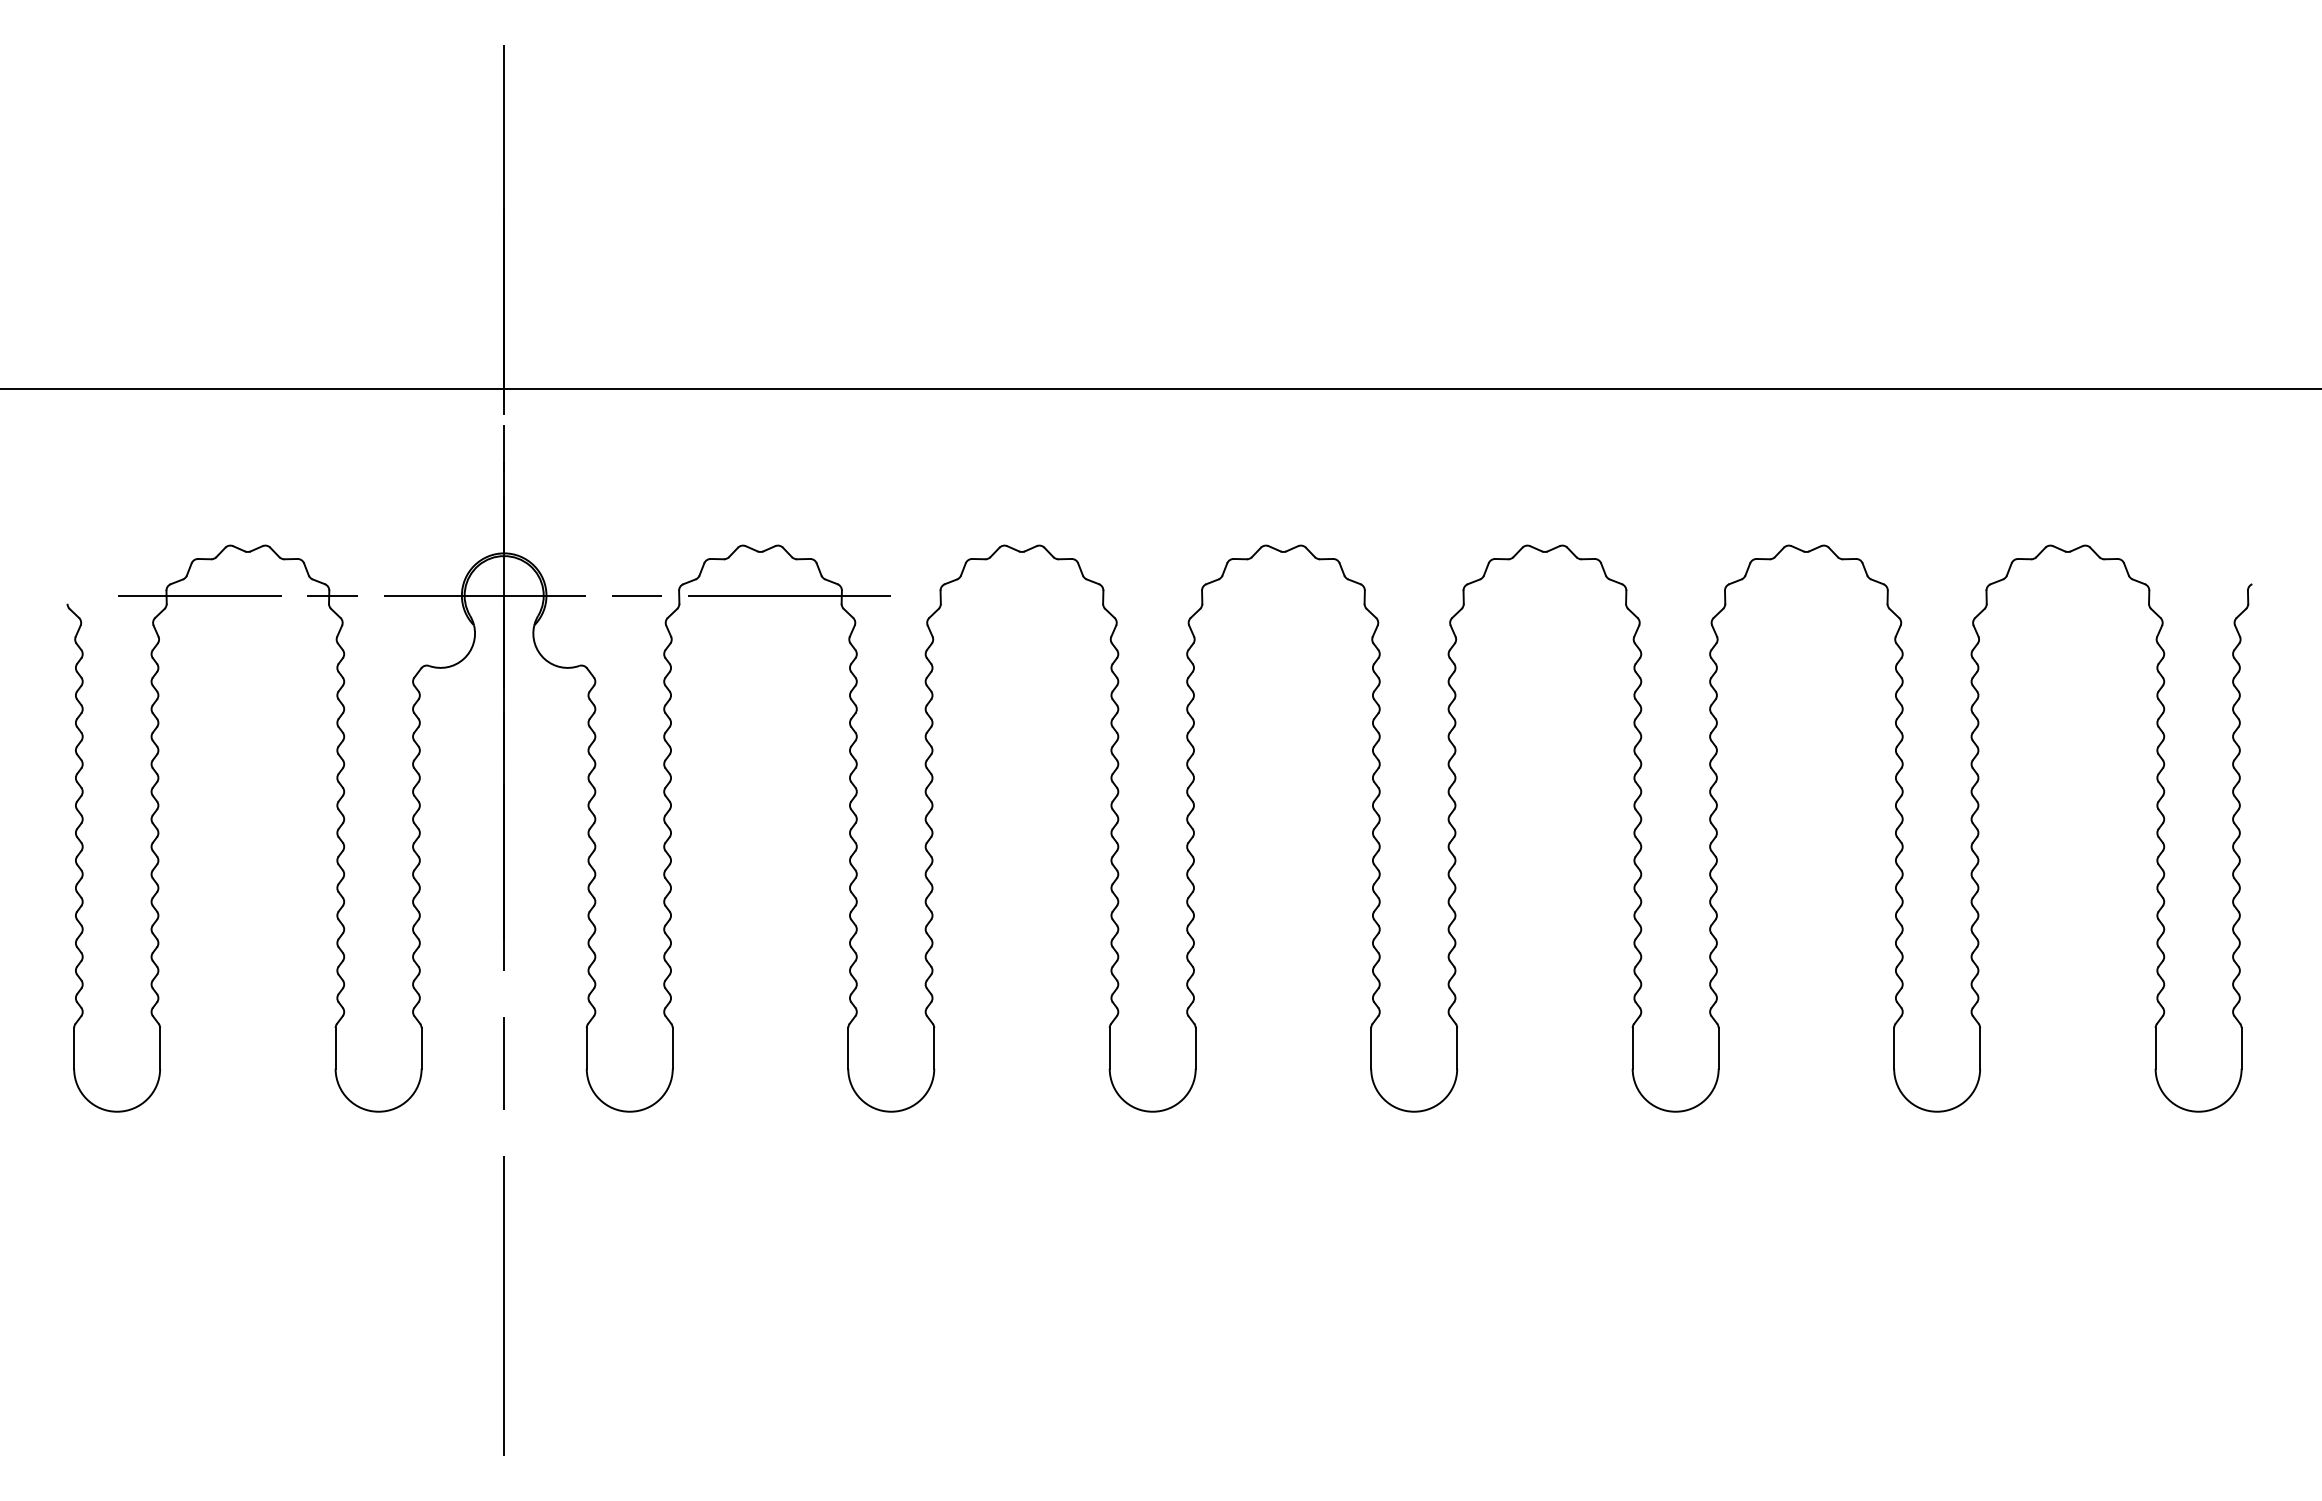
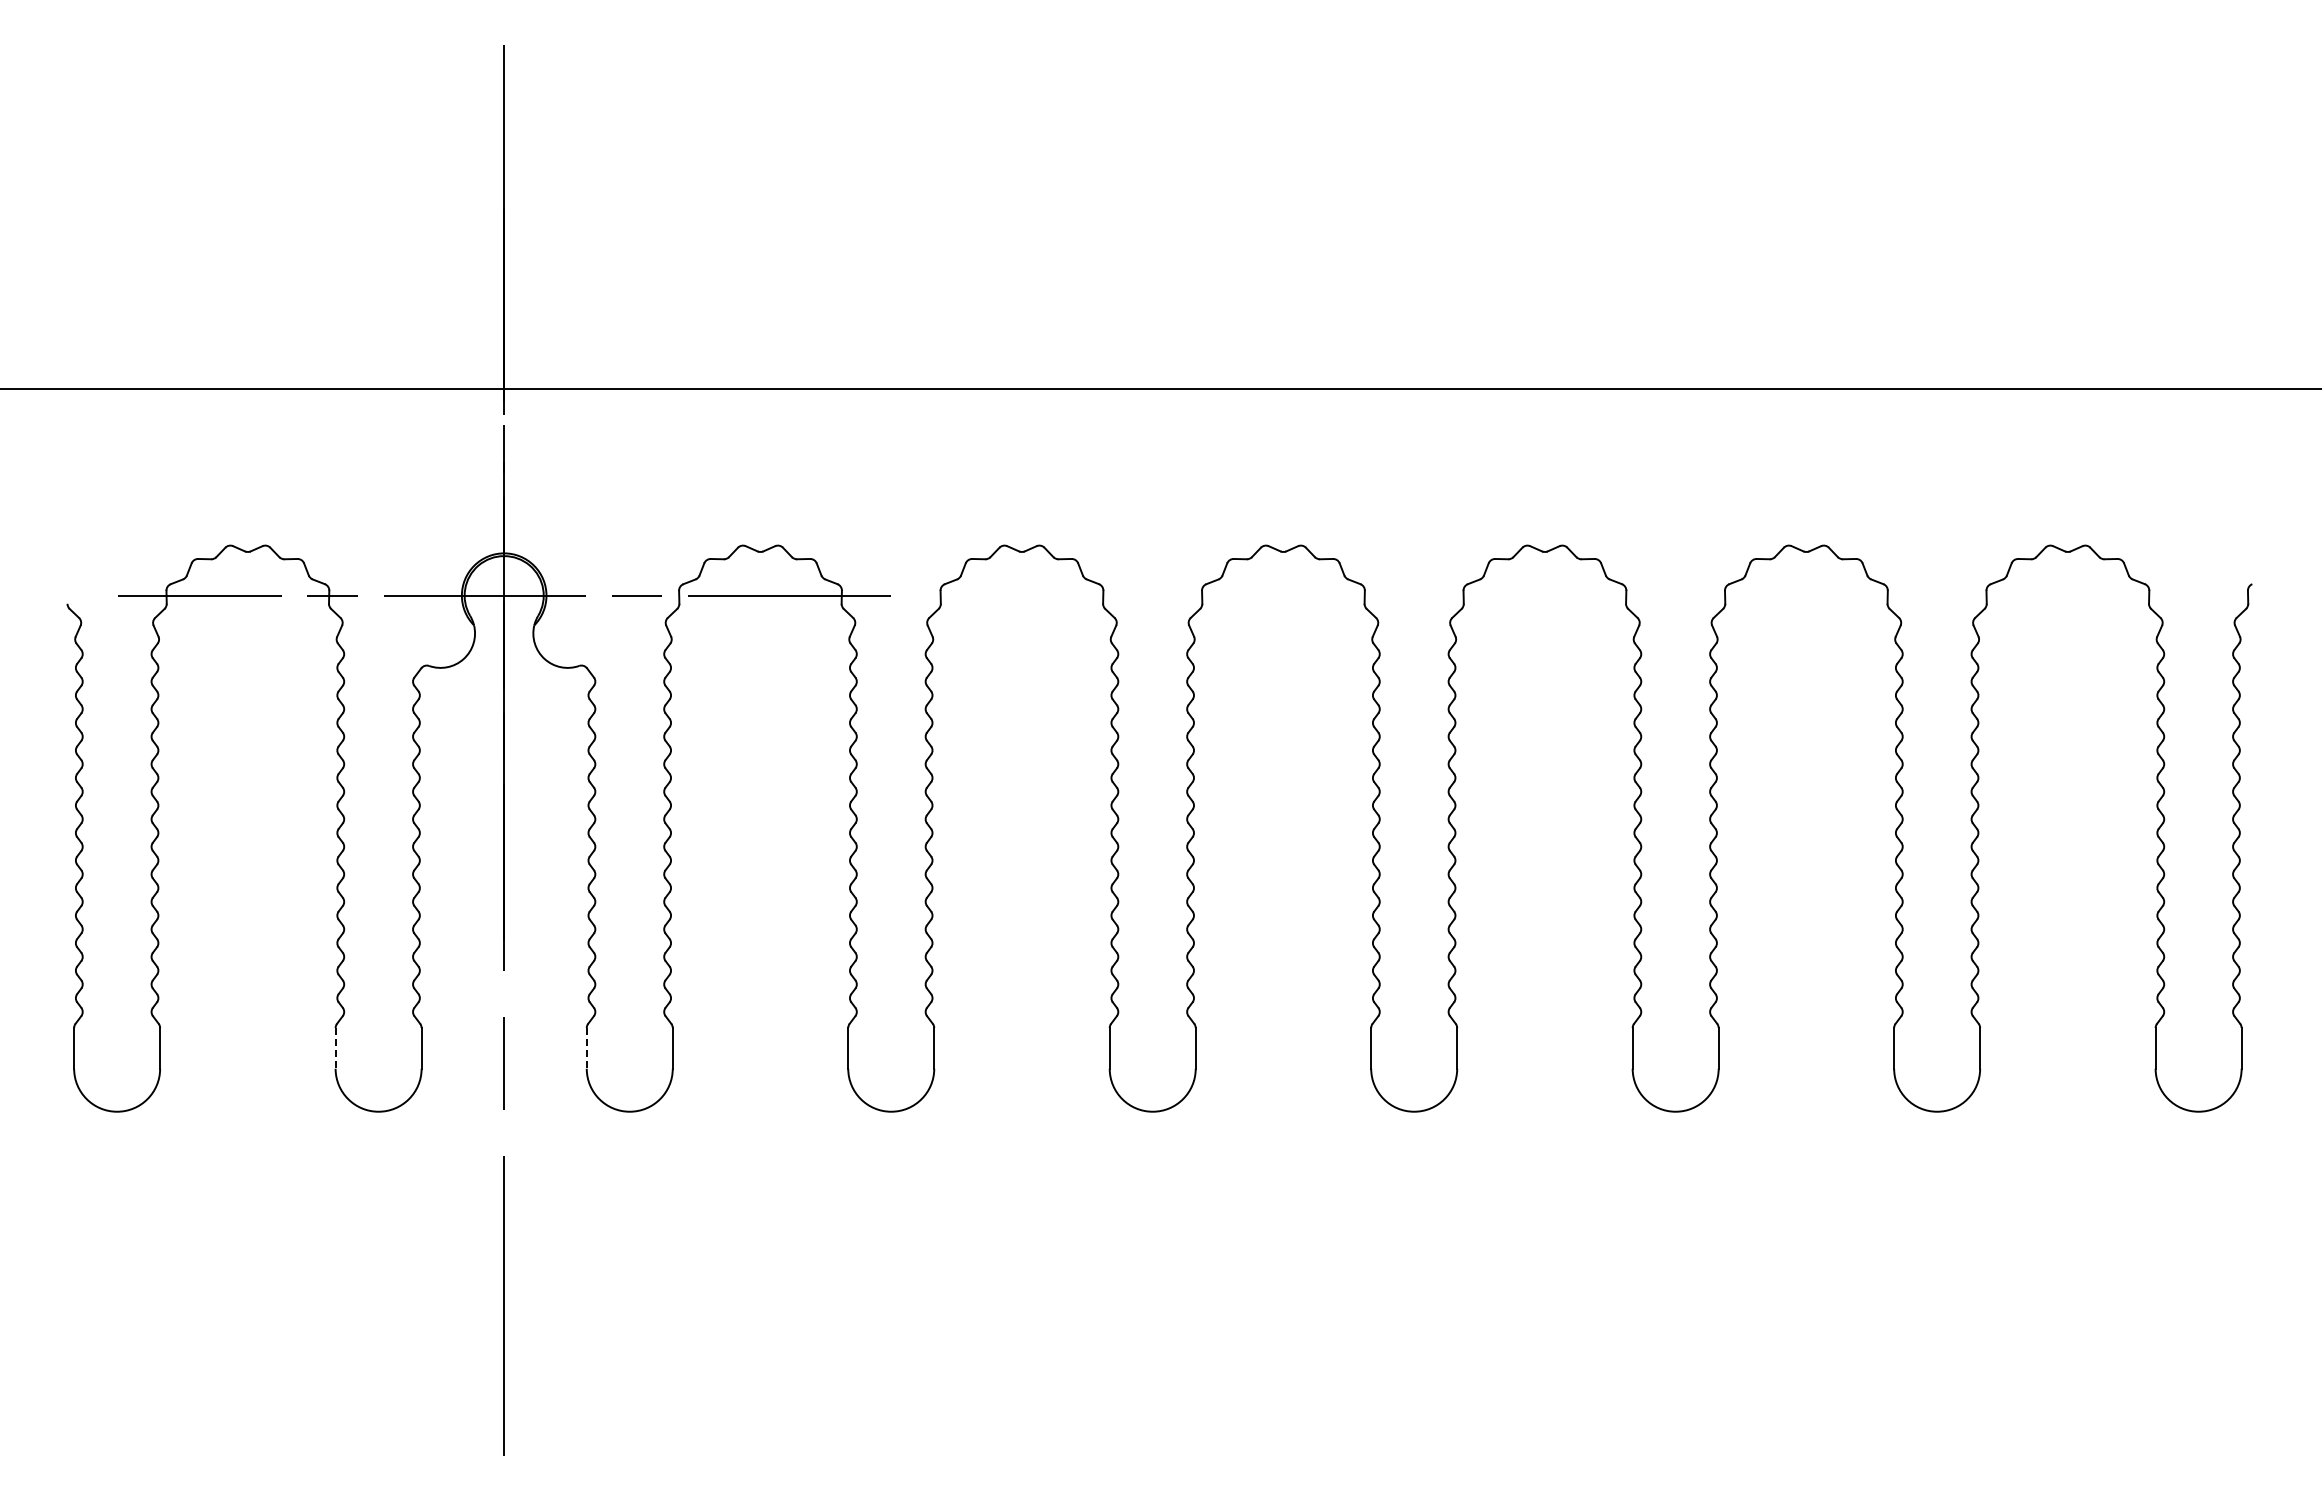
line at (335, 1048): solid -> dashed
line at (586, 1048): solid -> dashed
